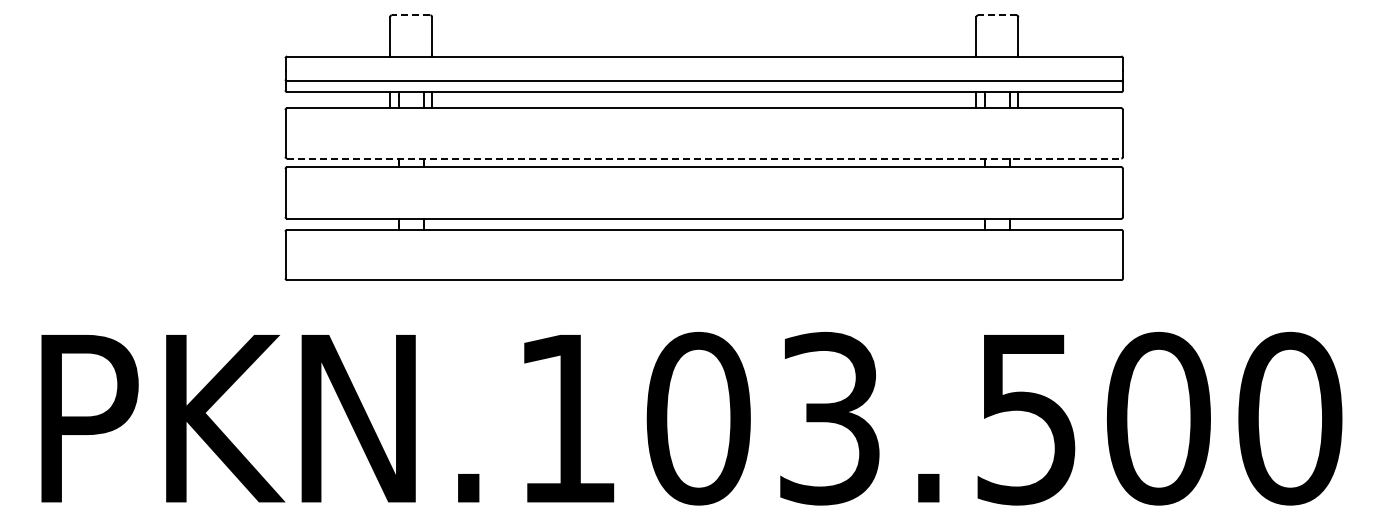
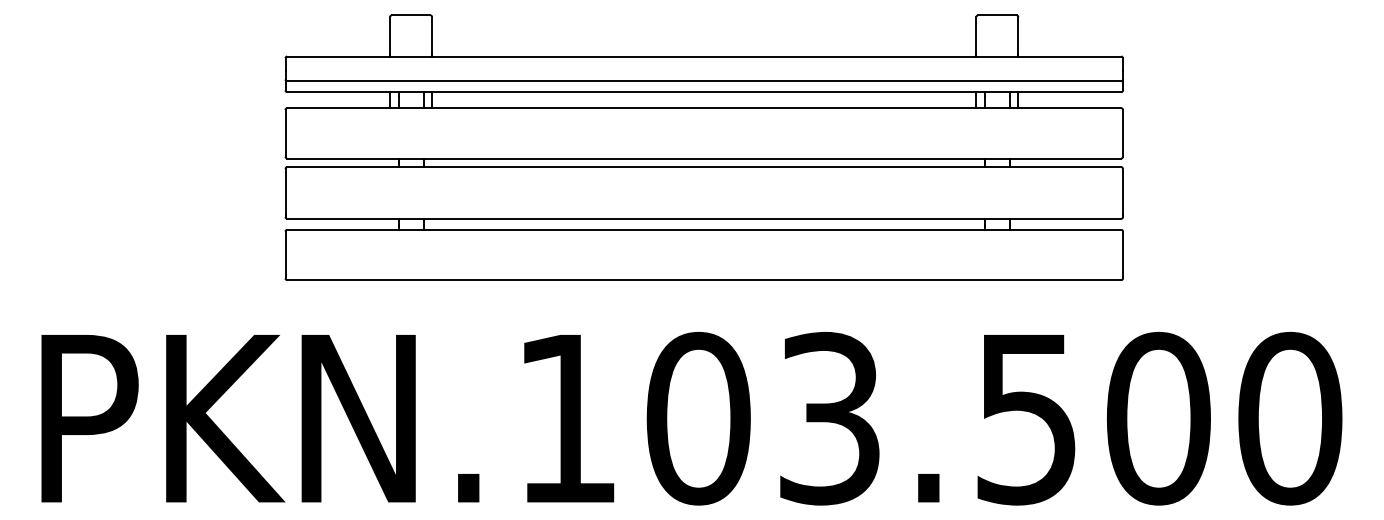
line at (410, 15): dashed -> solid
line at (996, 15): dashed -> solid
line at (704, 158): dashed -> solid
